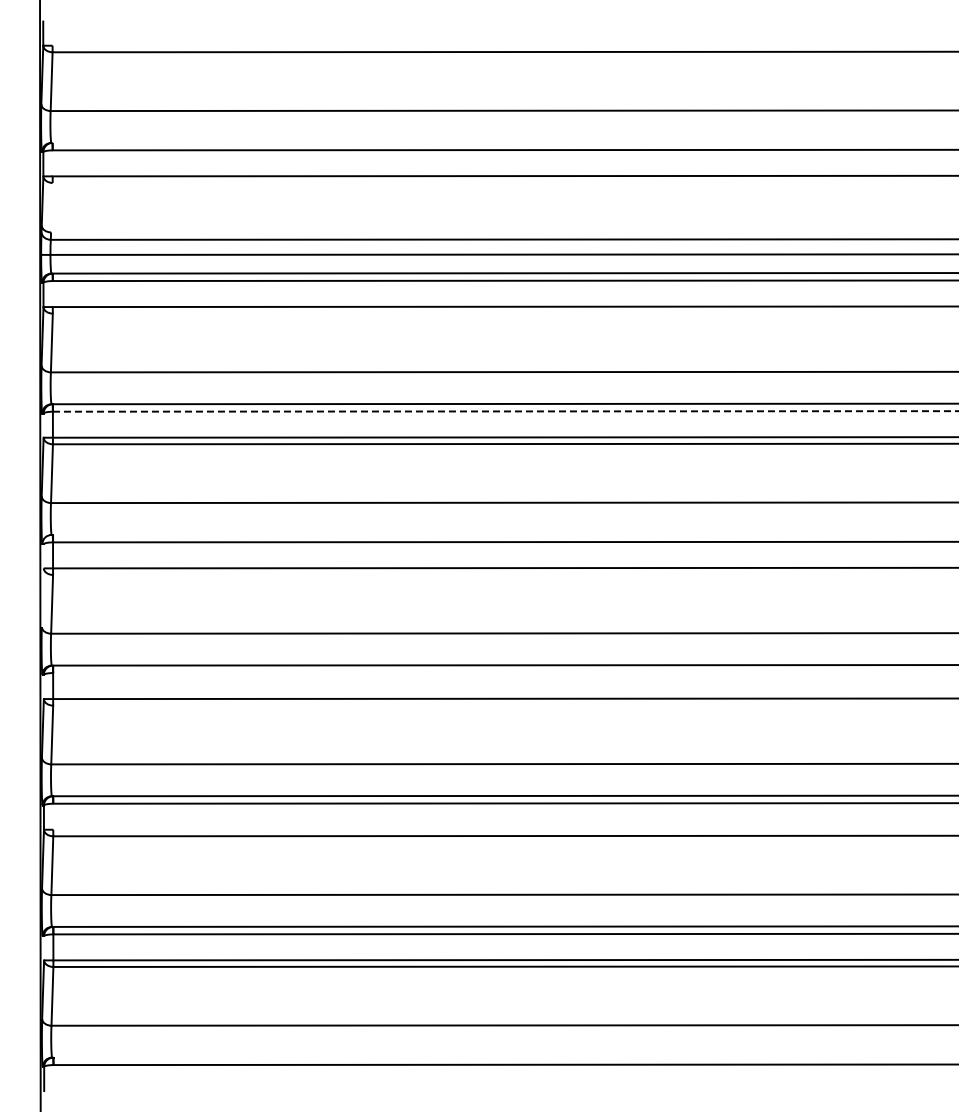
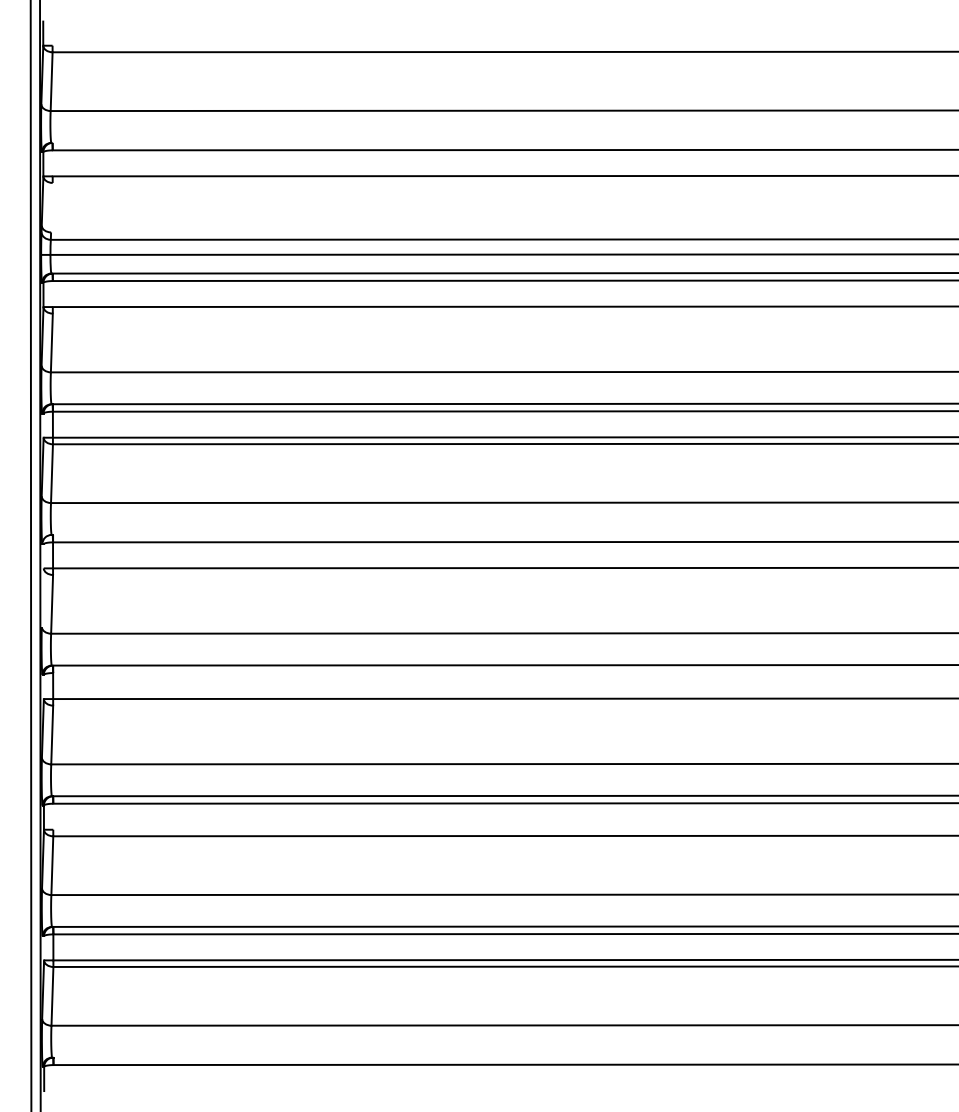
line at (505, 411): dashed -> solid
line at (30, 555): none -> present
